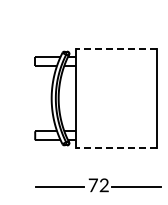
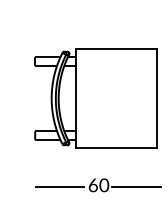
line at (116, 48): dashed -> solid
line at (116, 148): dashed -> solid
text at (98, 185): 72 -> 60
